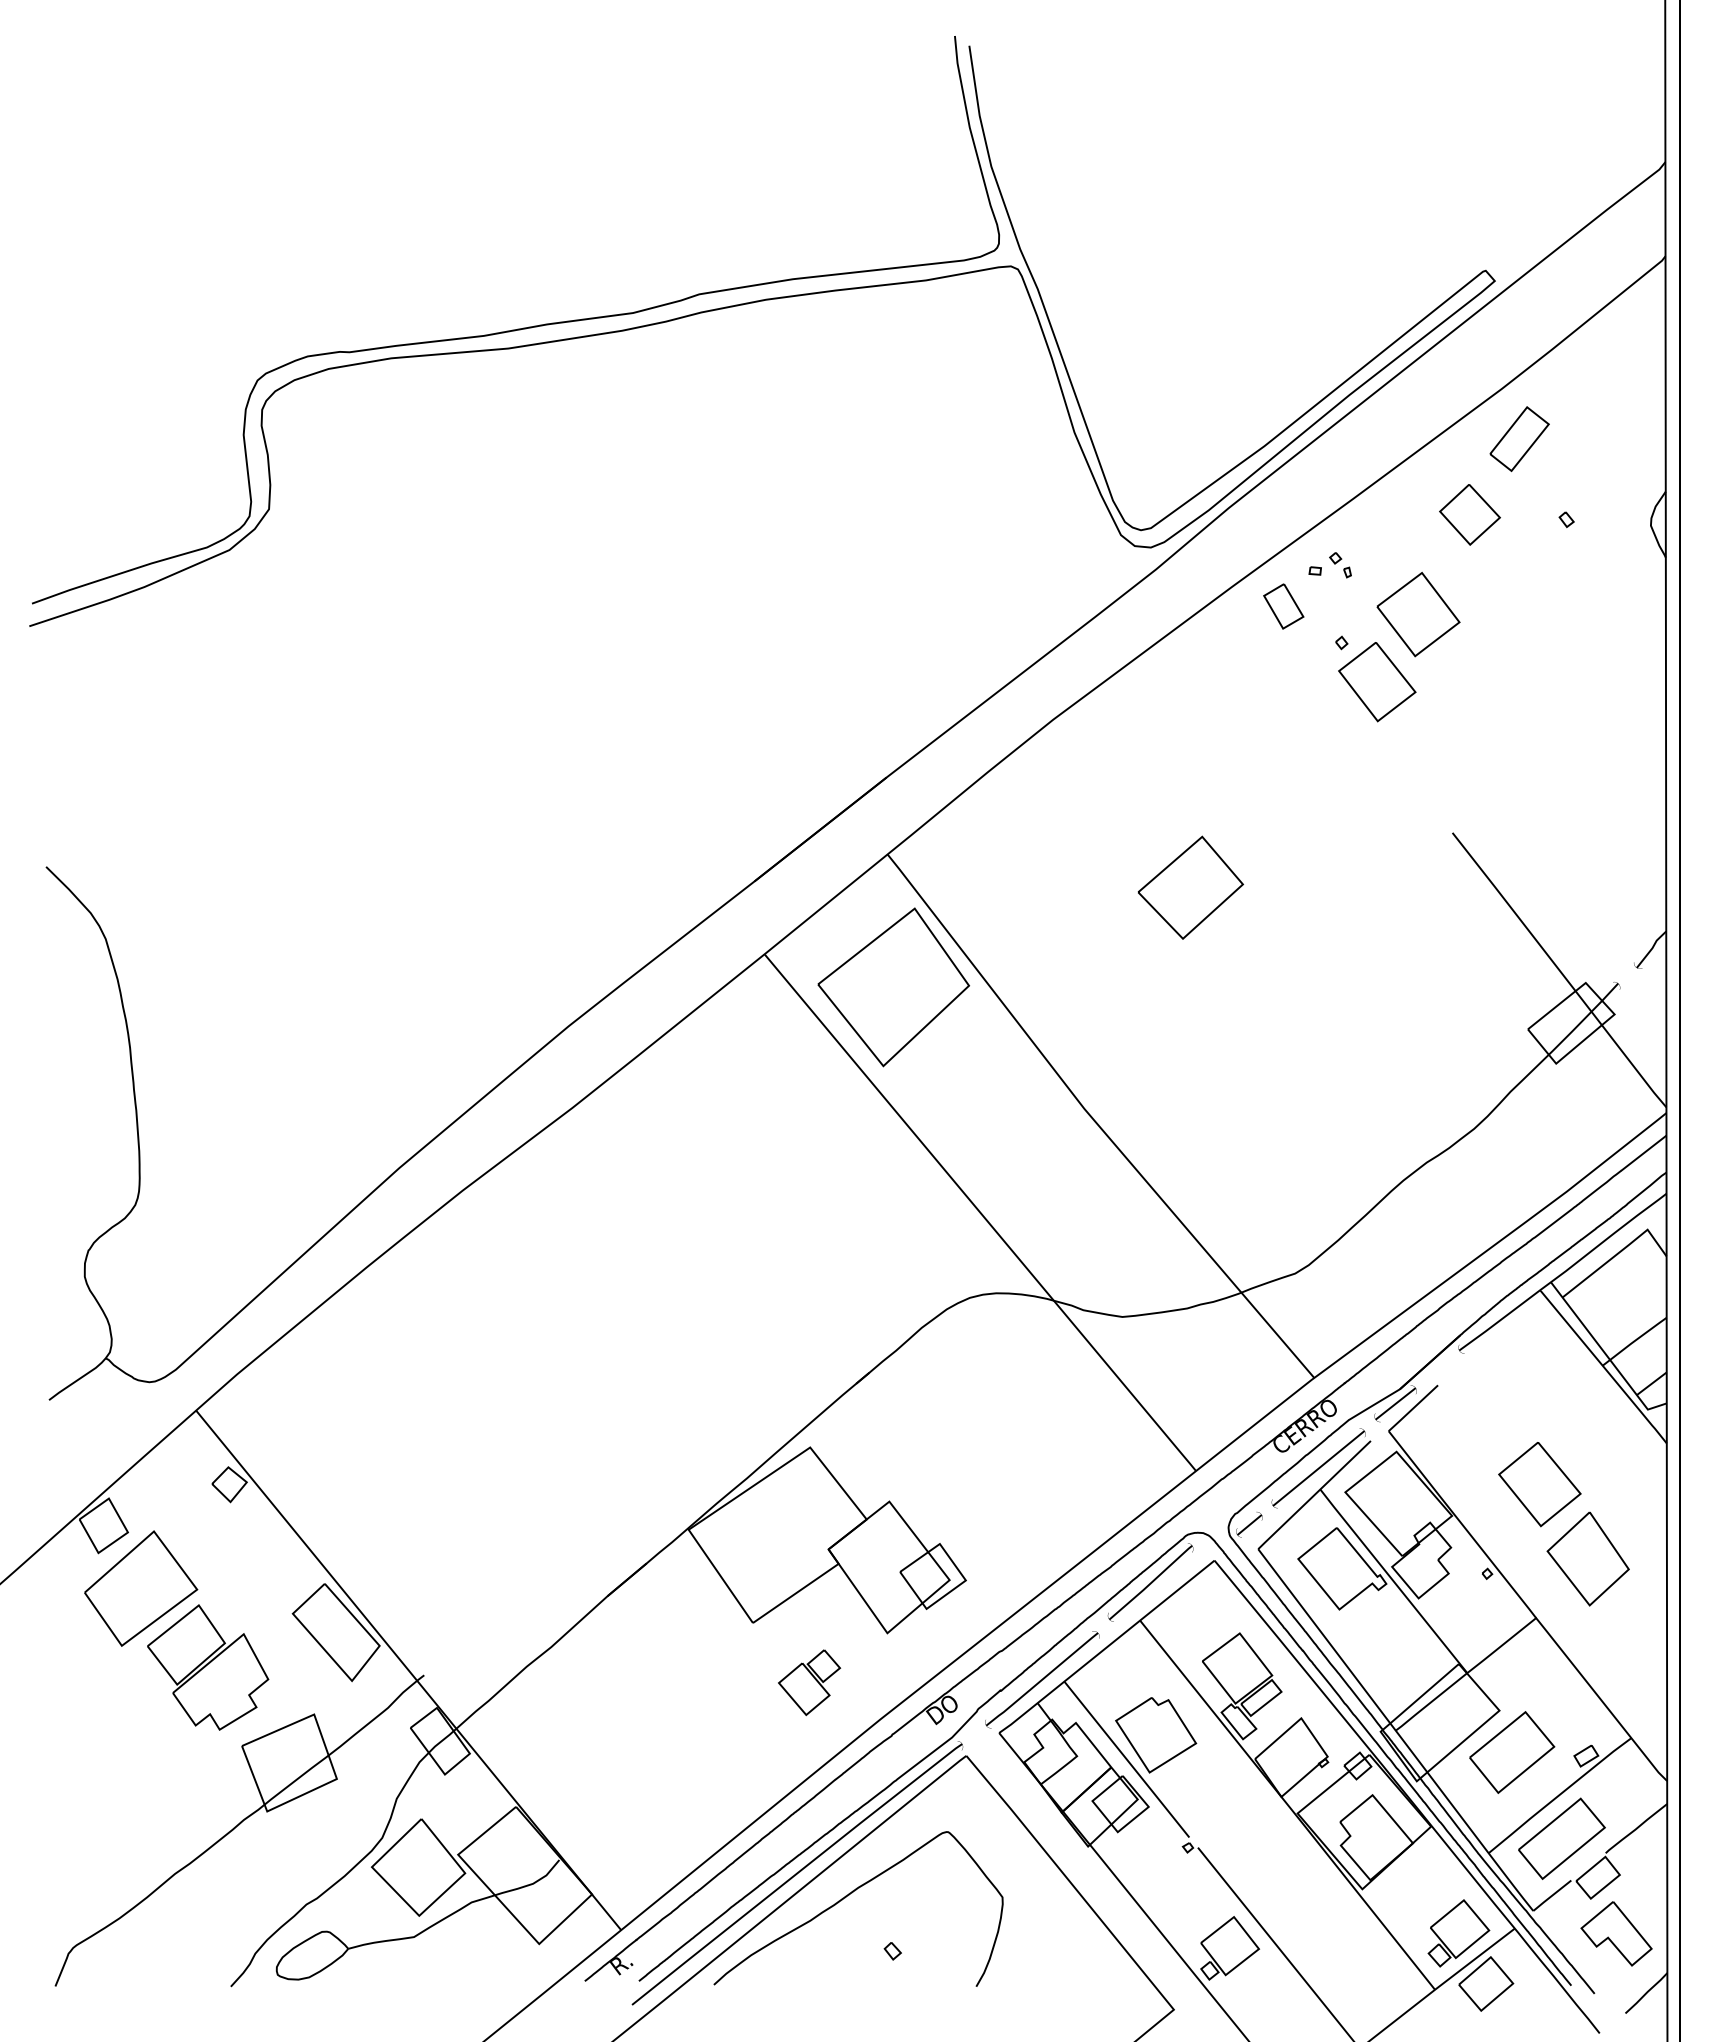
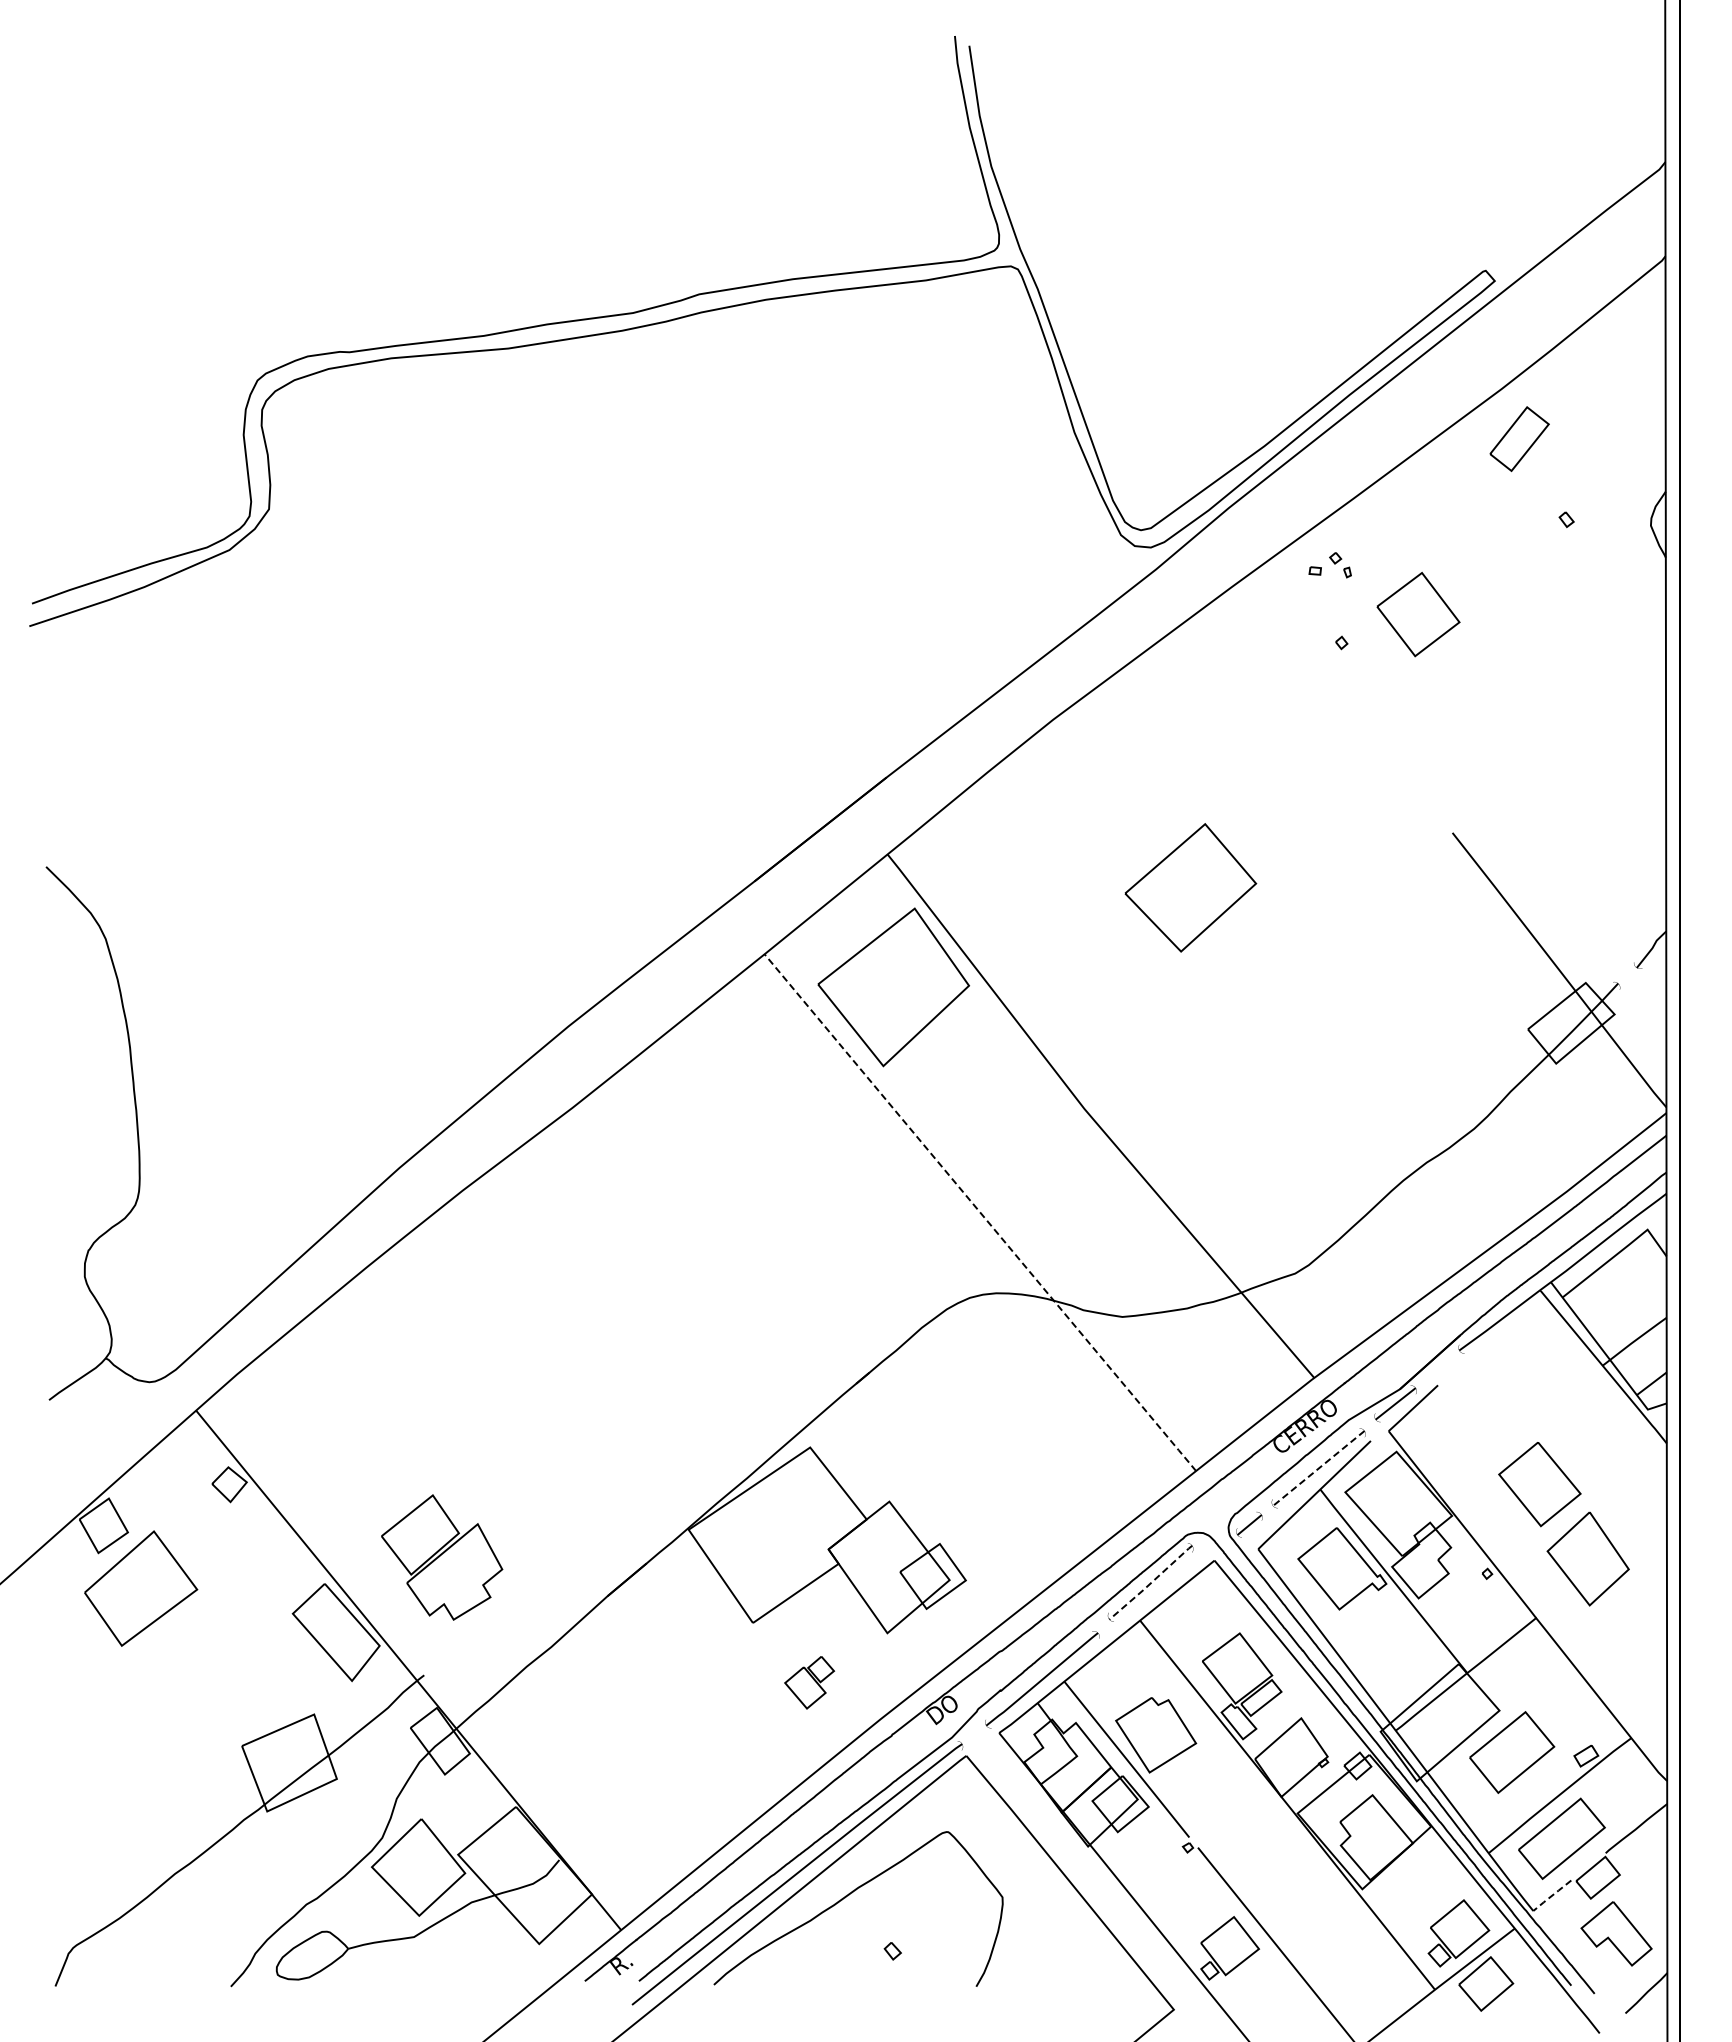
part at (1469, 514): present -> none
part at (1283, 606): present -> none
part at (1377, 682): present -> none
part at (1190, 887) size: 107x105 px -> 134x130 px
line at (981, 1214): solid -> dashed
line at (1318, 1468): solid -> dashed
line at (1150, 1583): solid -> dashed
part at (208, 1667) position: (208, 1667) -> (442, 1557)
part at (809, 1682) size: 64x68 px -> 52x54 px
line at (1551, 1895): solid -> dashed
